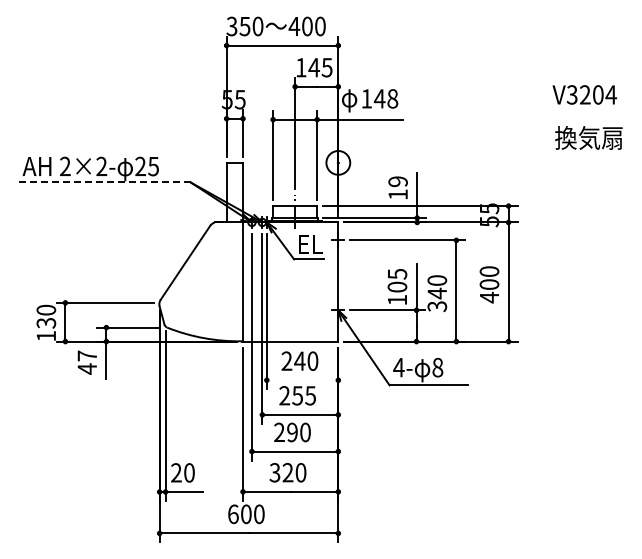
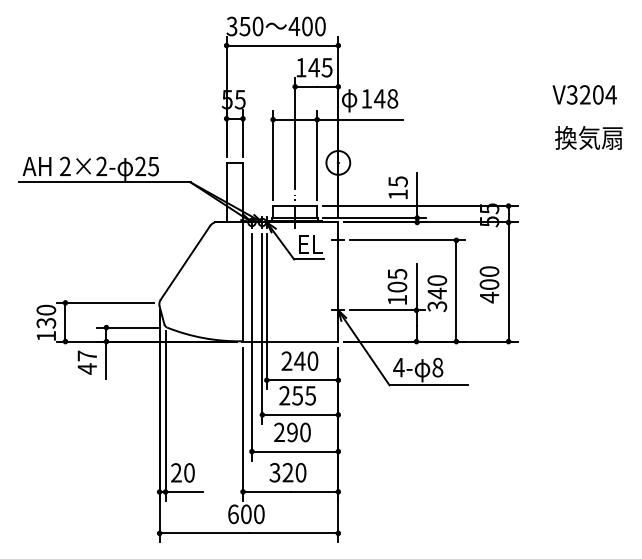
text at (397, 181): 19 -> 15
line at (105, 182): dashed -> solid
line at (302, 380): none -> present
